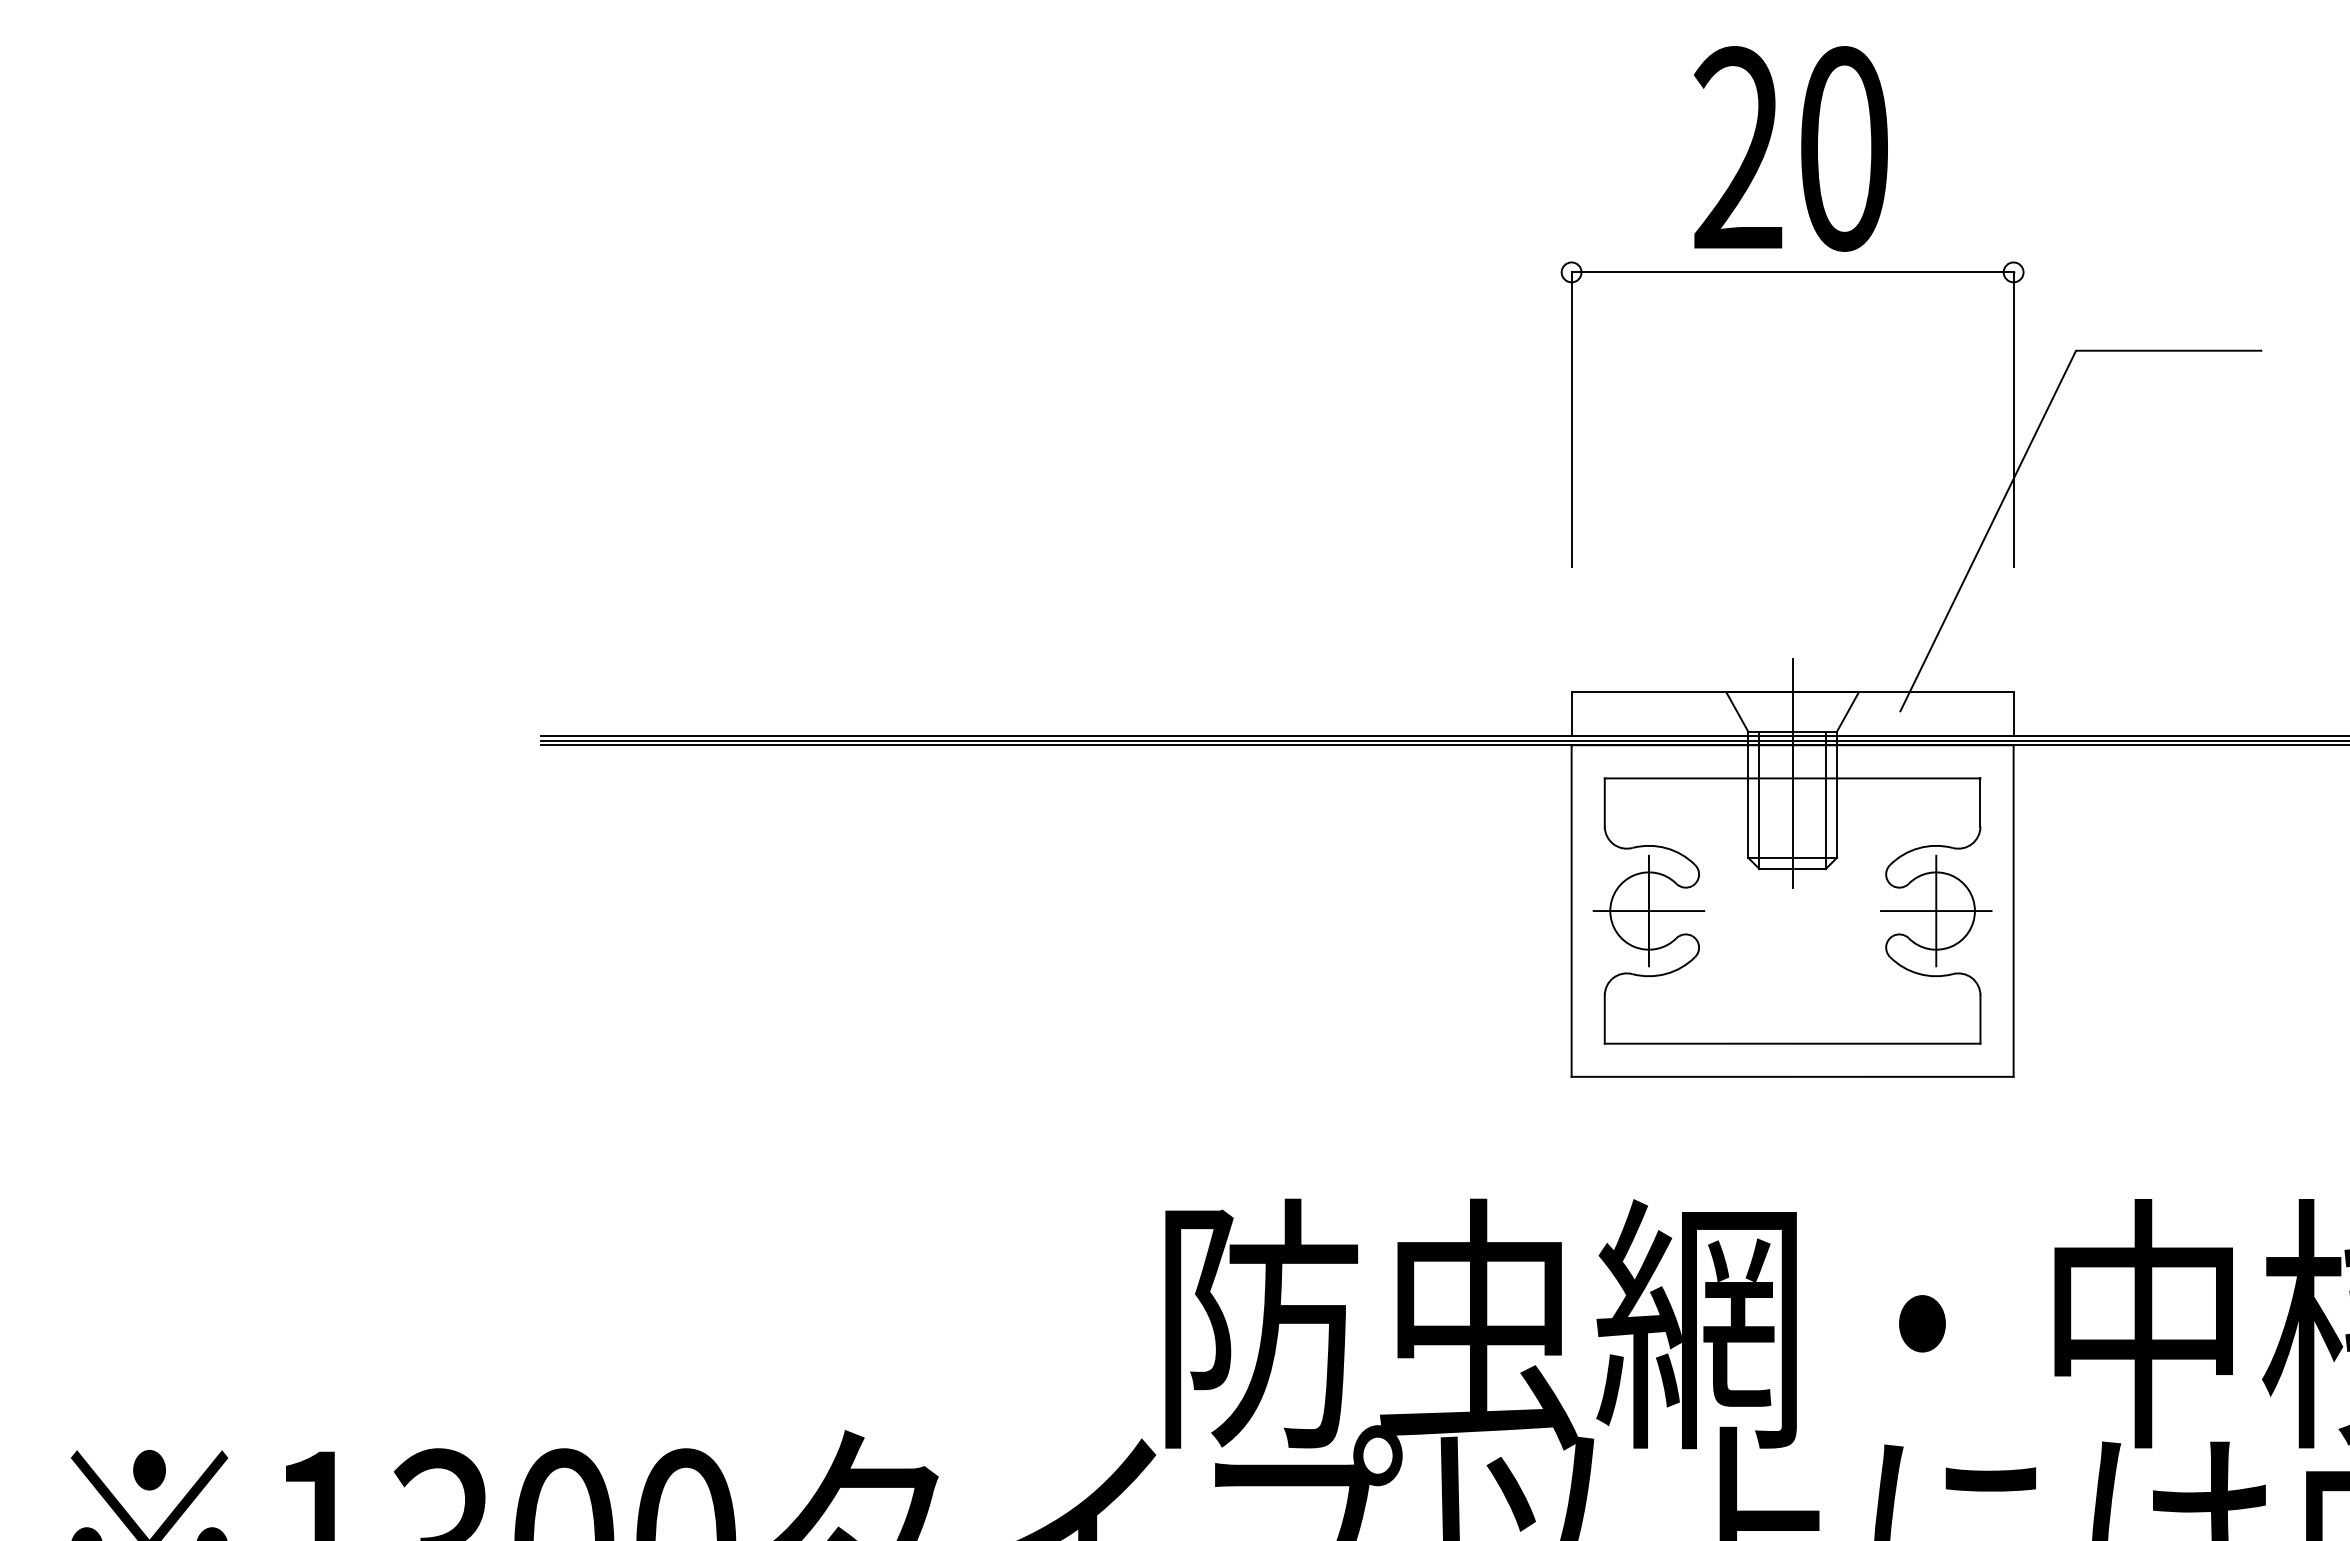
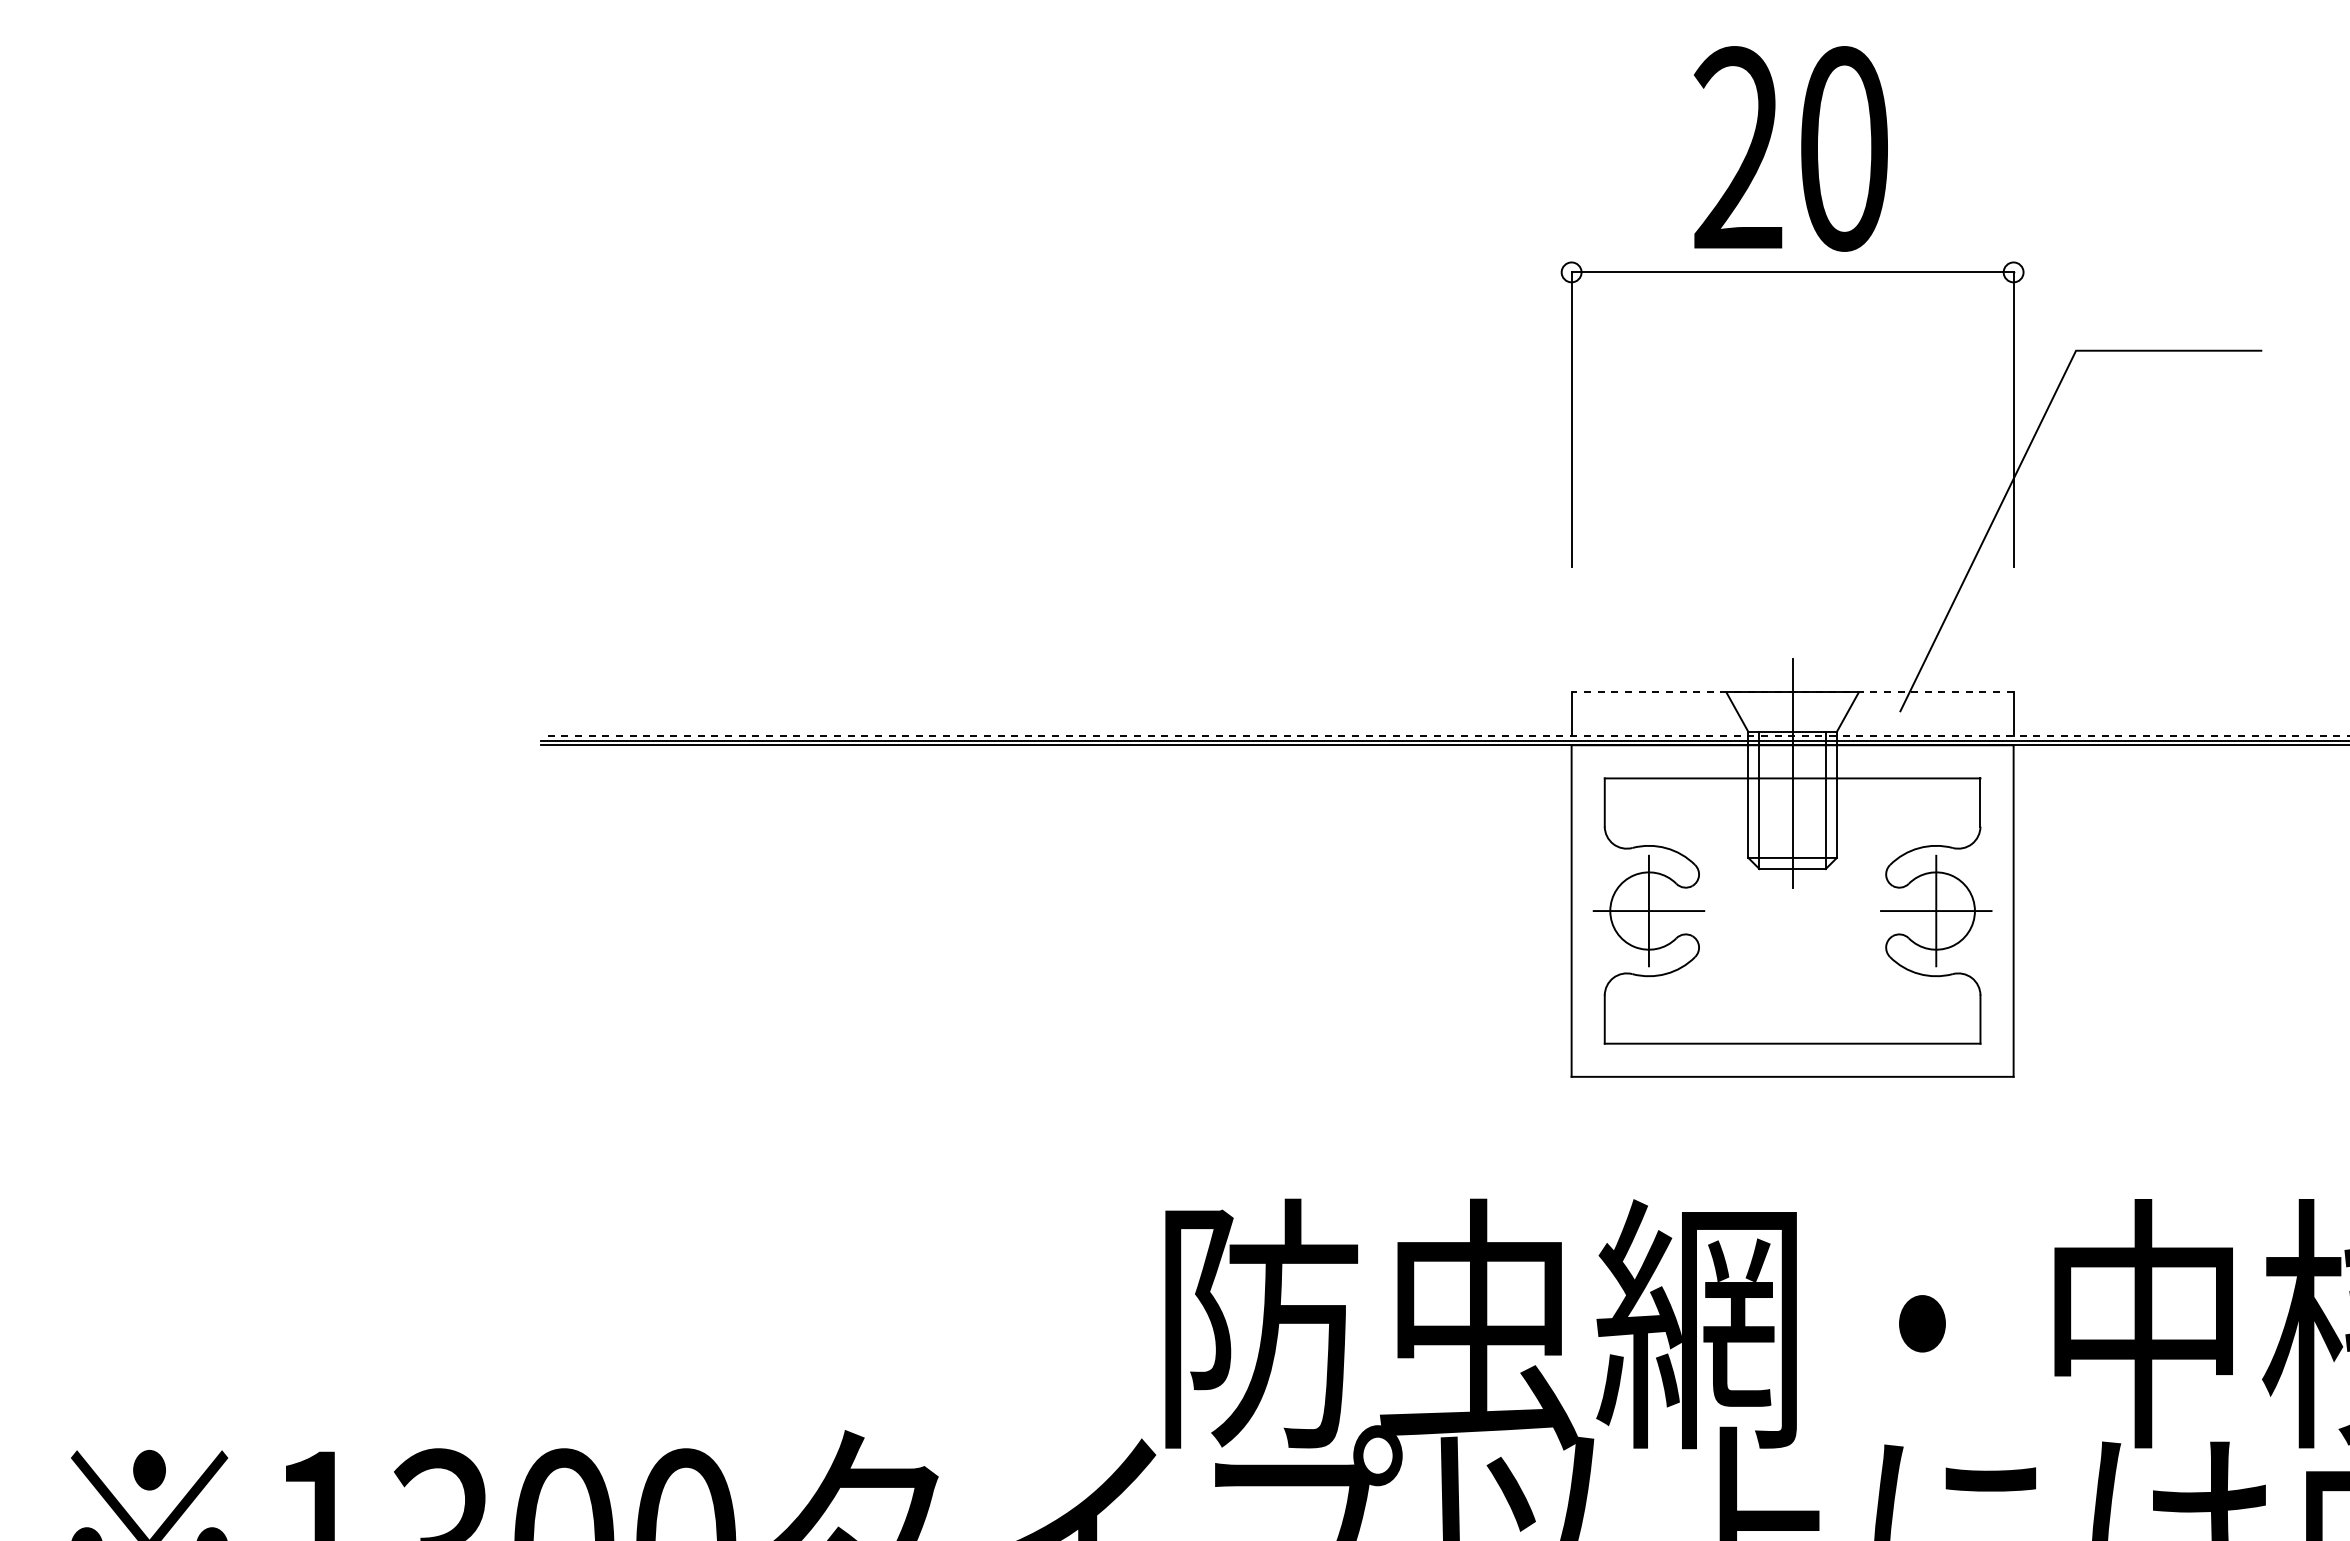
line at (1792, 692): solid -> dashed
line at (1444, 736): solid -> dashed
